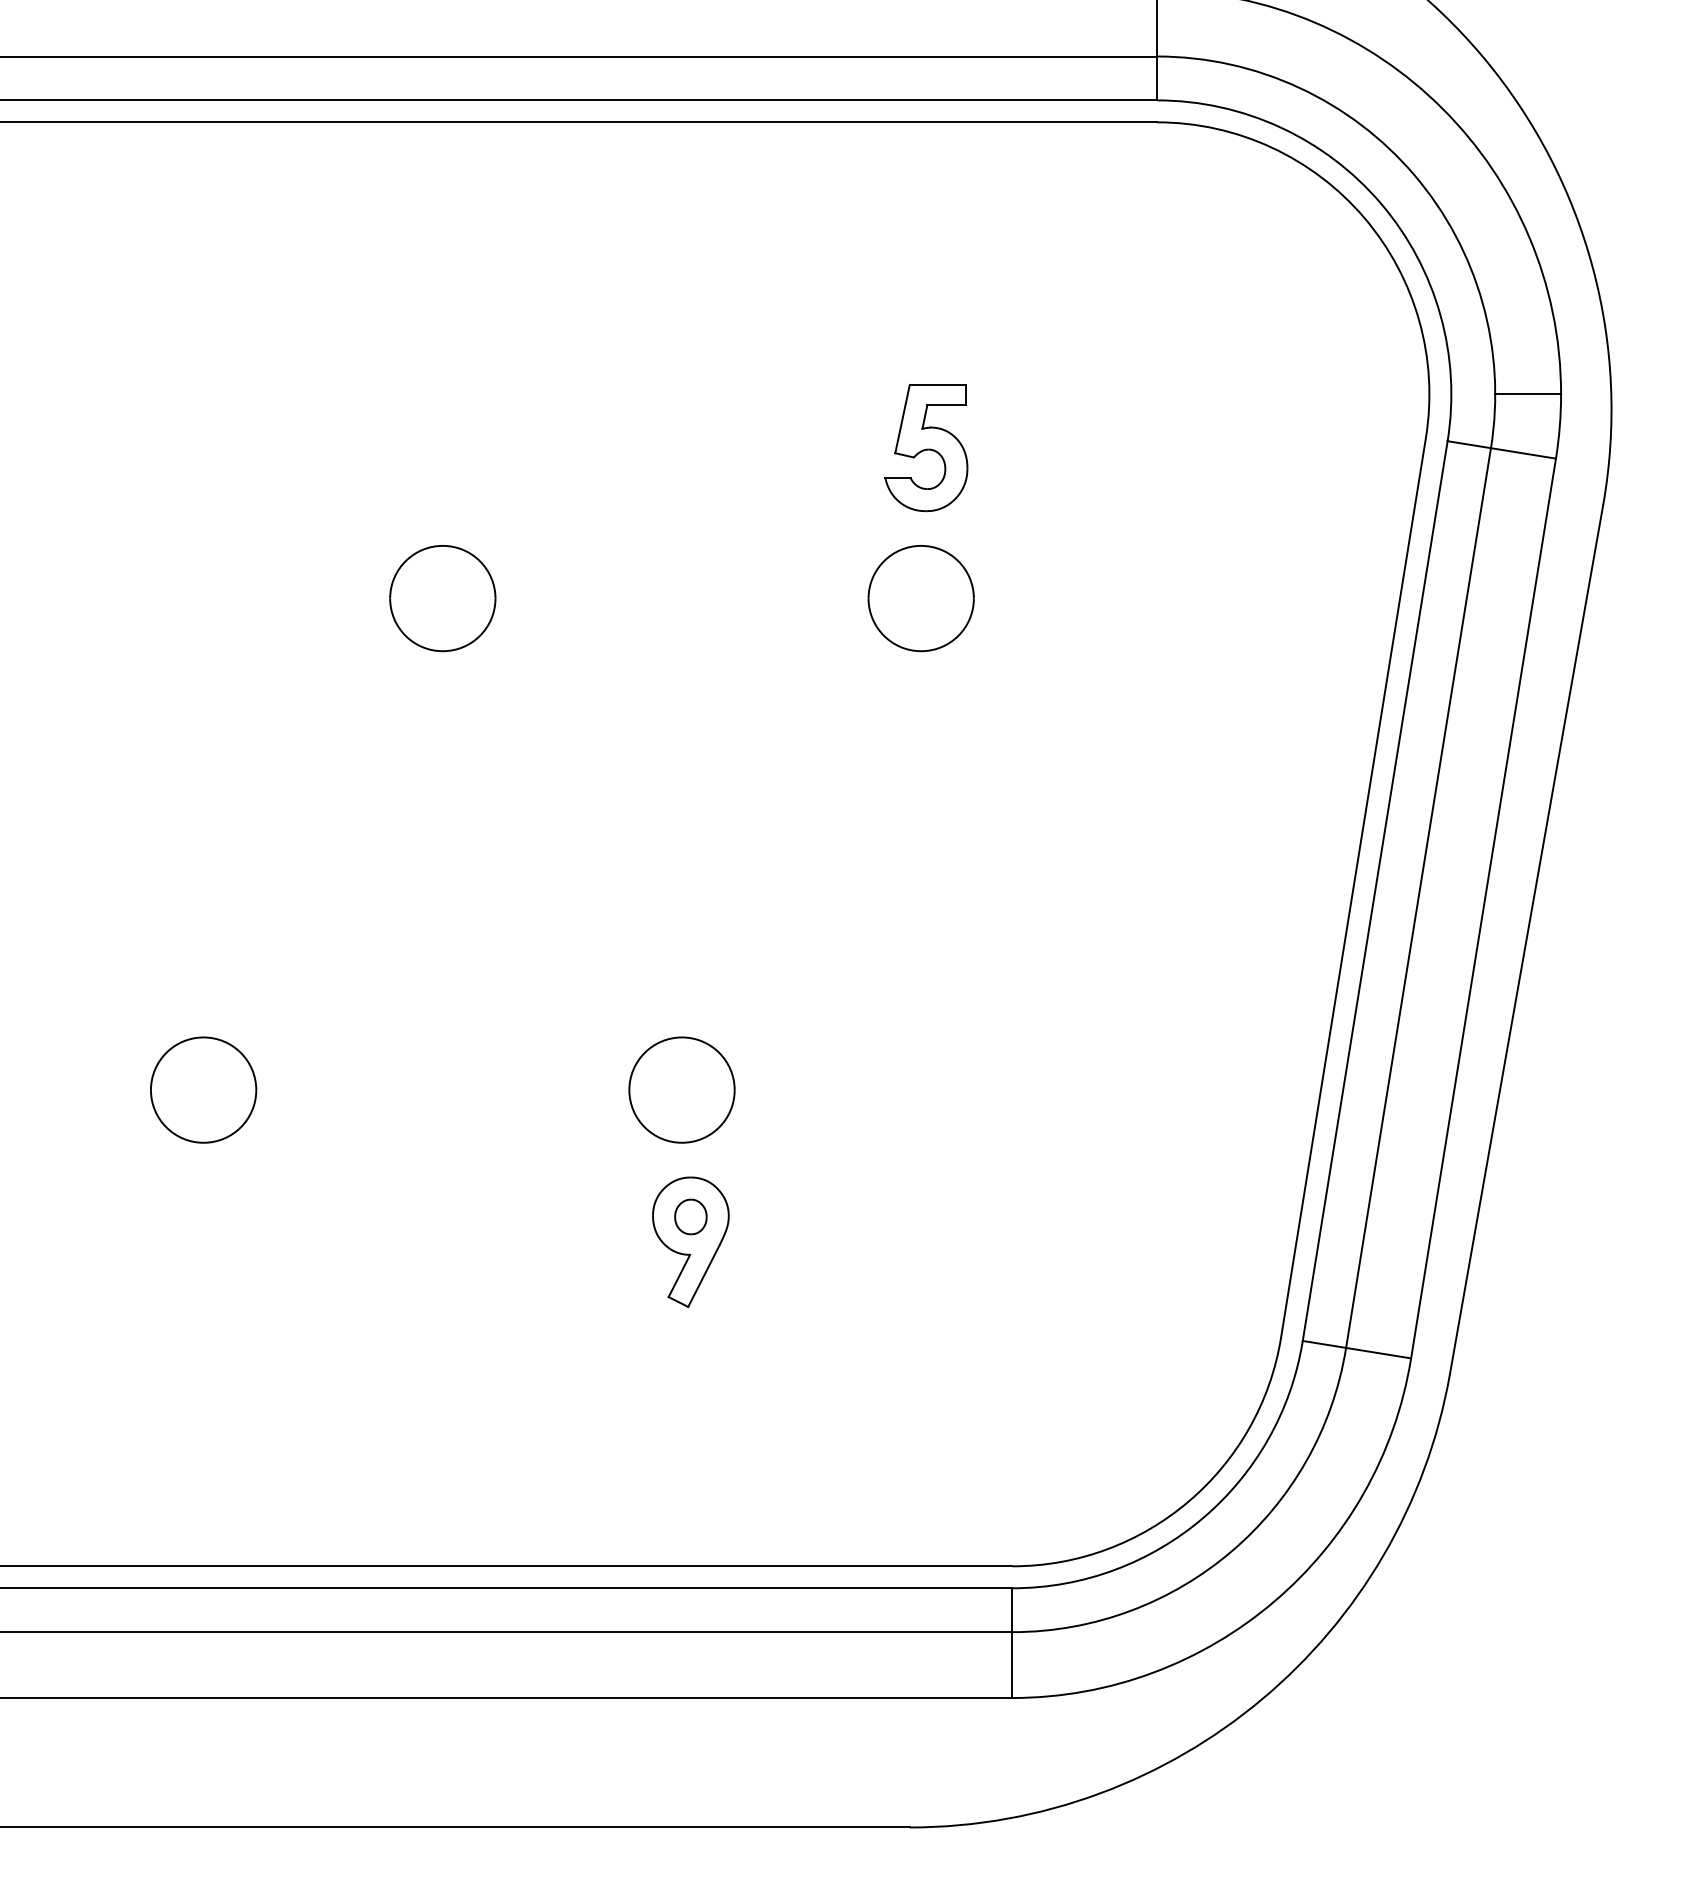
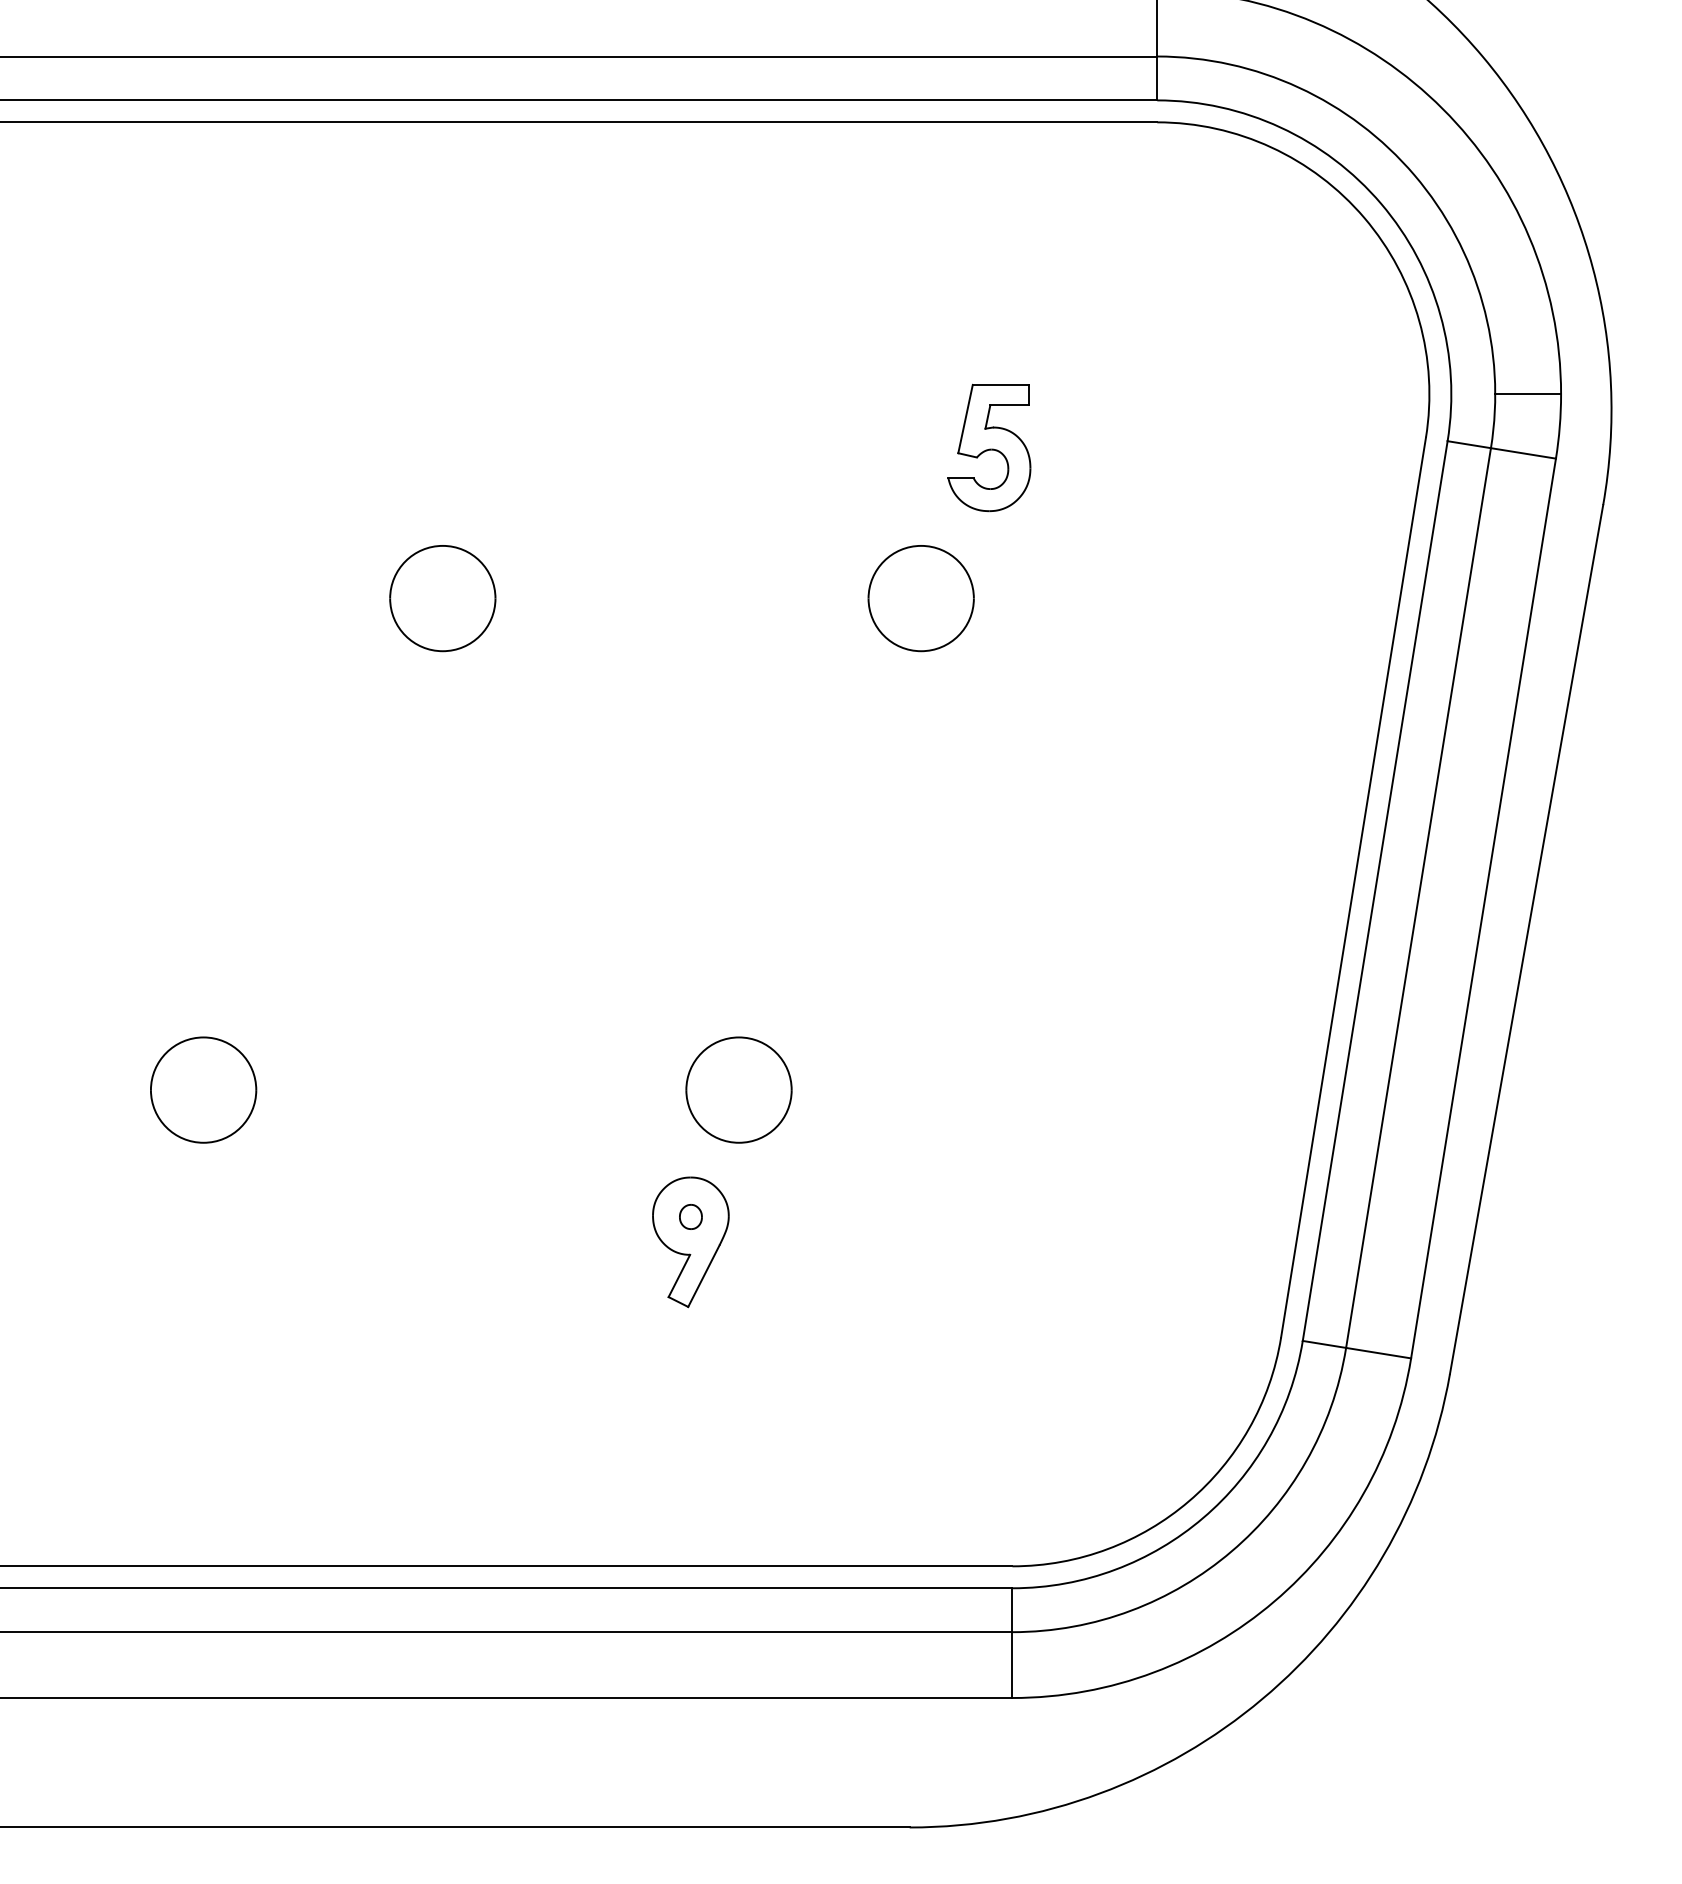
part at (926, 447) position: (926, 447) -> (989, 447)
part at (681, 1089) position: (681, 1089) -> (738, 1089)
part at (690, 1216) size: 34x38 px -> 24x26 px
